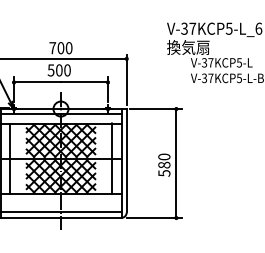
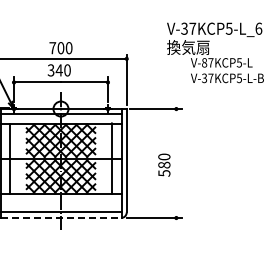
text at (204, 62): V-37KCP5-L -> V-87KCP5-L
text at (55, 70): 500 -> 340
line at (176, 163): present -> none
line at (61, 218): solid -> dashed
